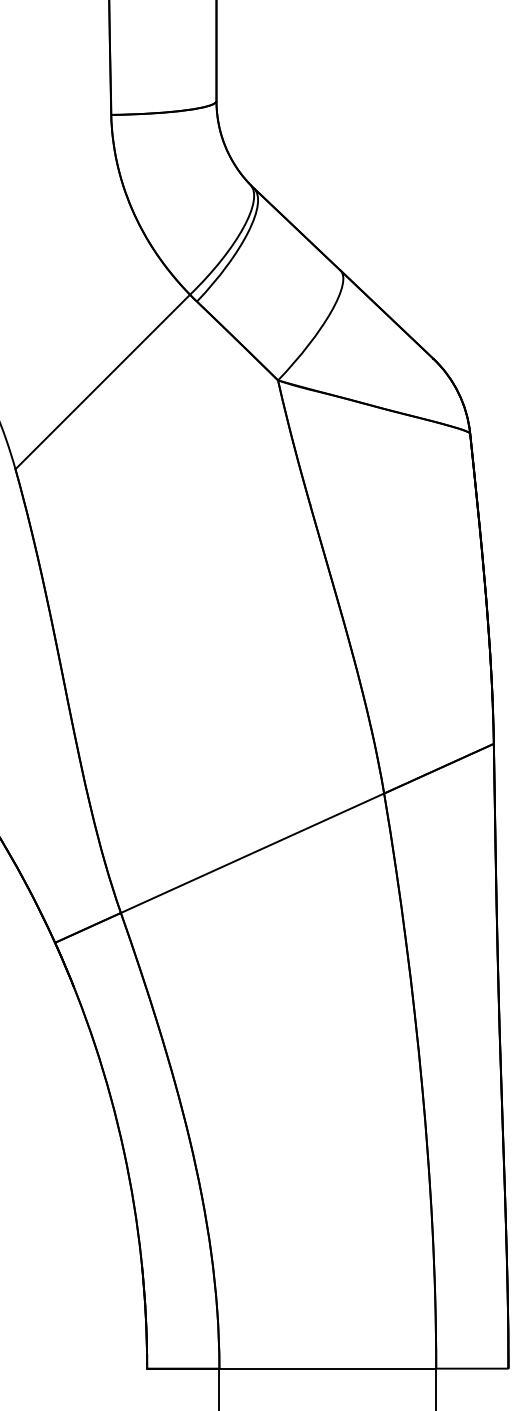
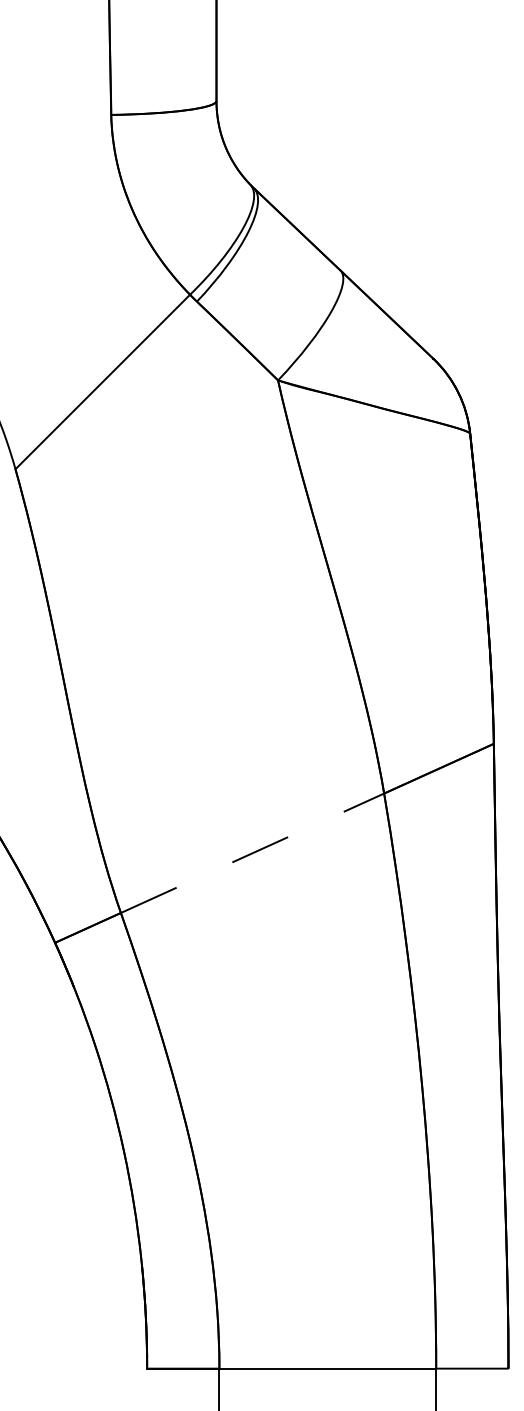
line at (252, 853): solid -> dashed
